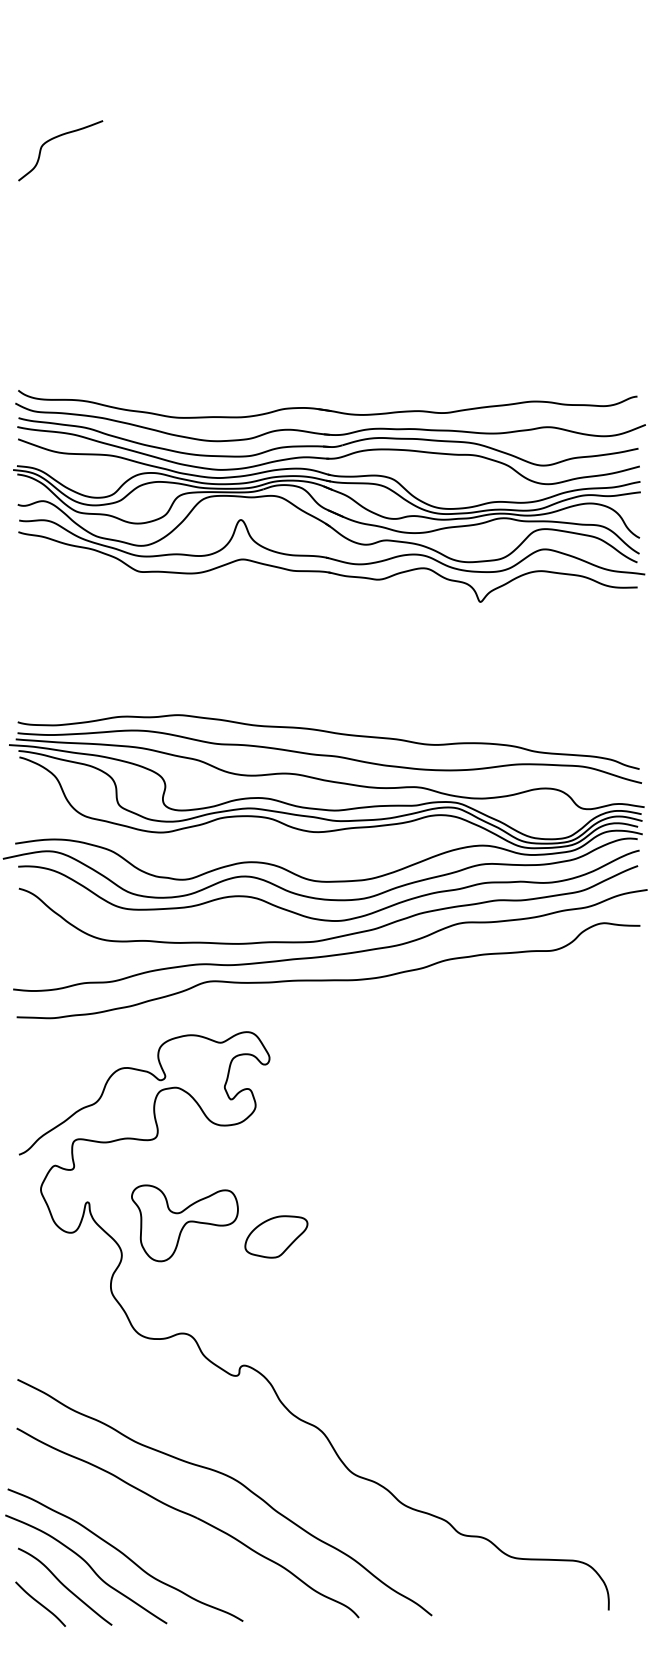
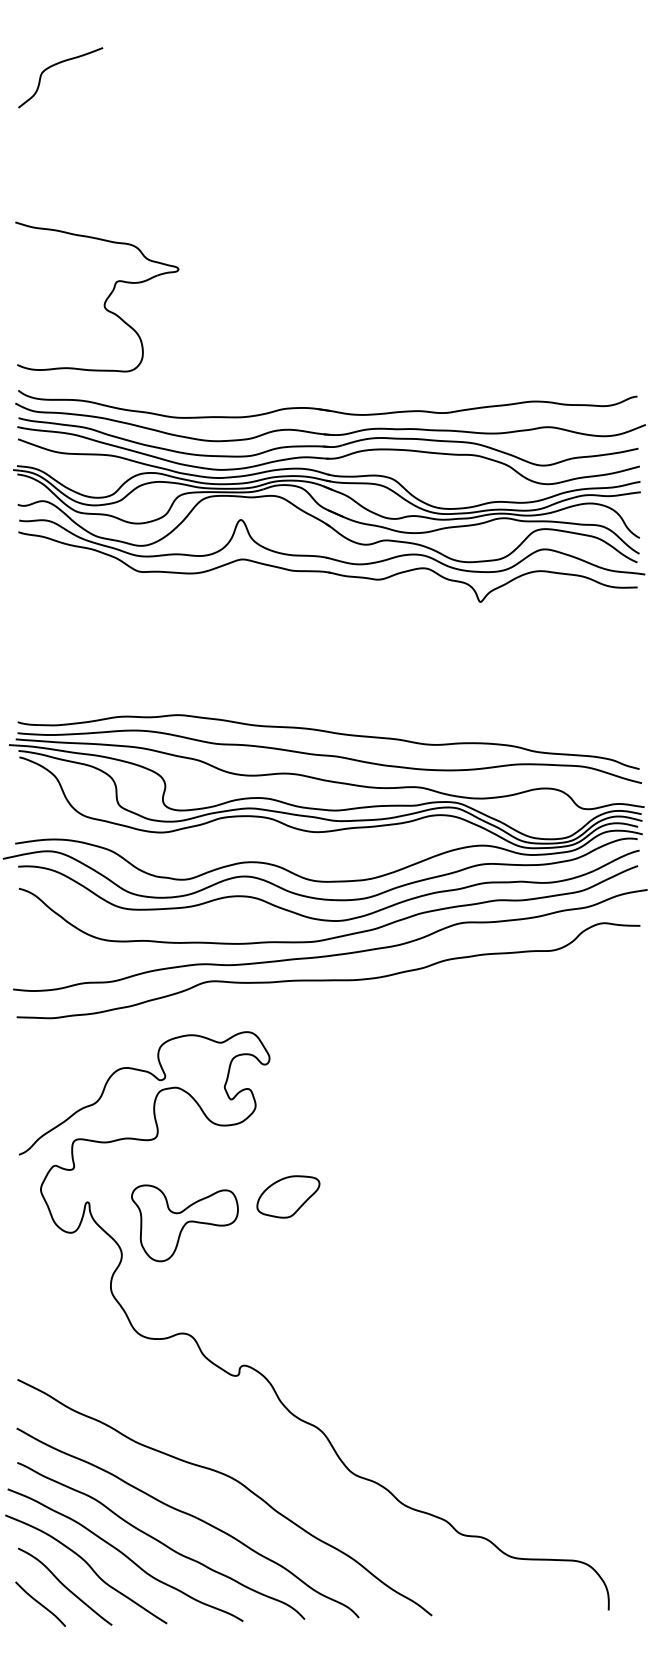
curve at (55, 138) position: (55, 138) -> (55, 65)
part at (105, 299): none -> present
part at (276, 1236) position: (276, 1236) -> (288, 1196)
curve at (161, 1541): none -> present
